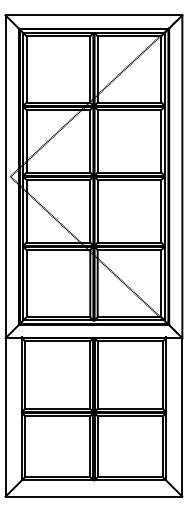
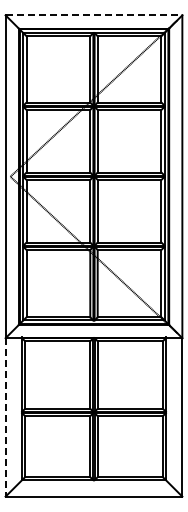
line at (94, 15): solid -> dashed
line at (5, 417): solid -> dashed
